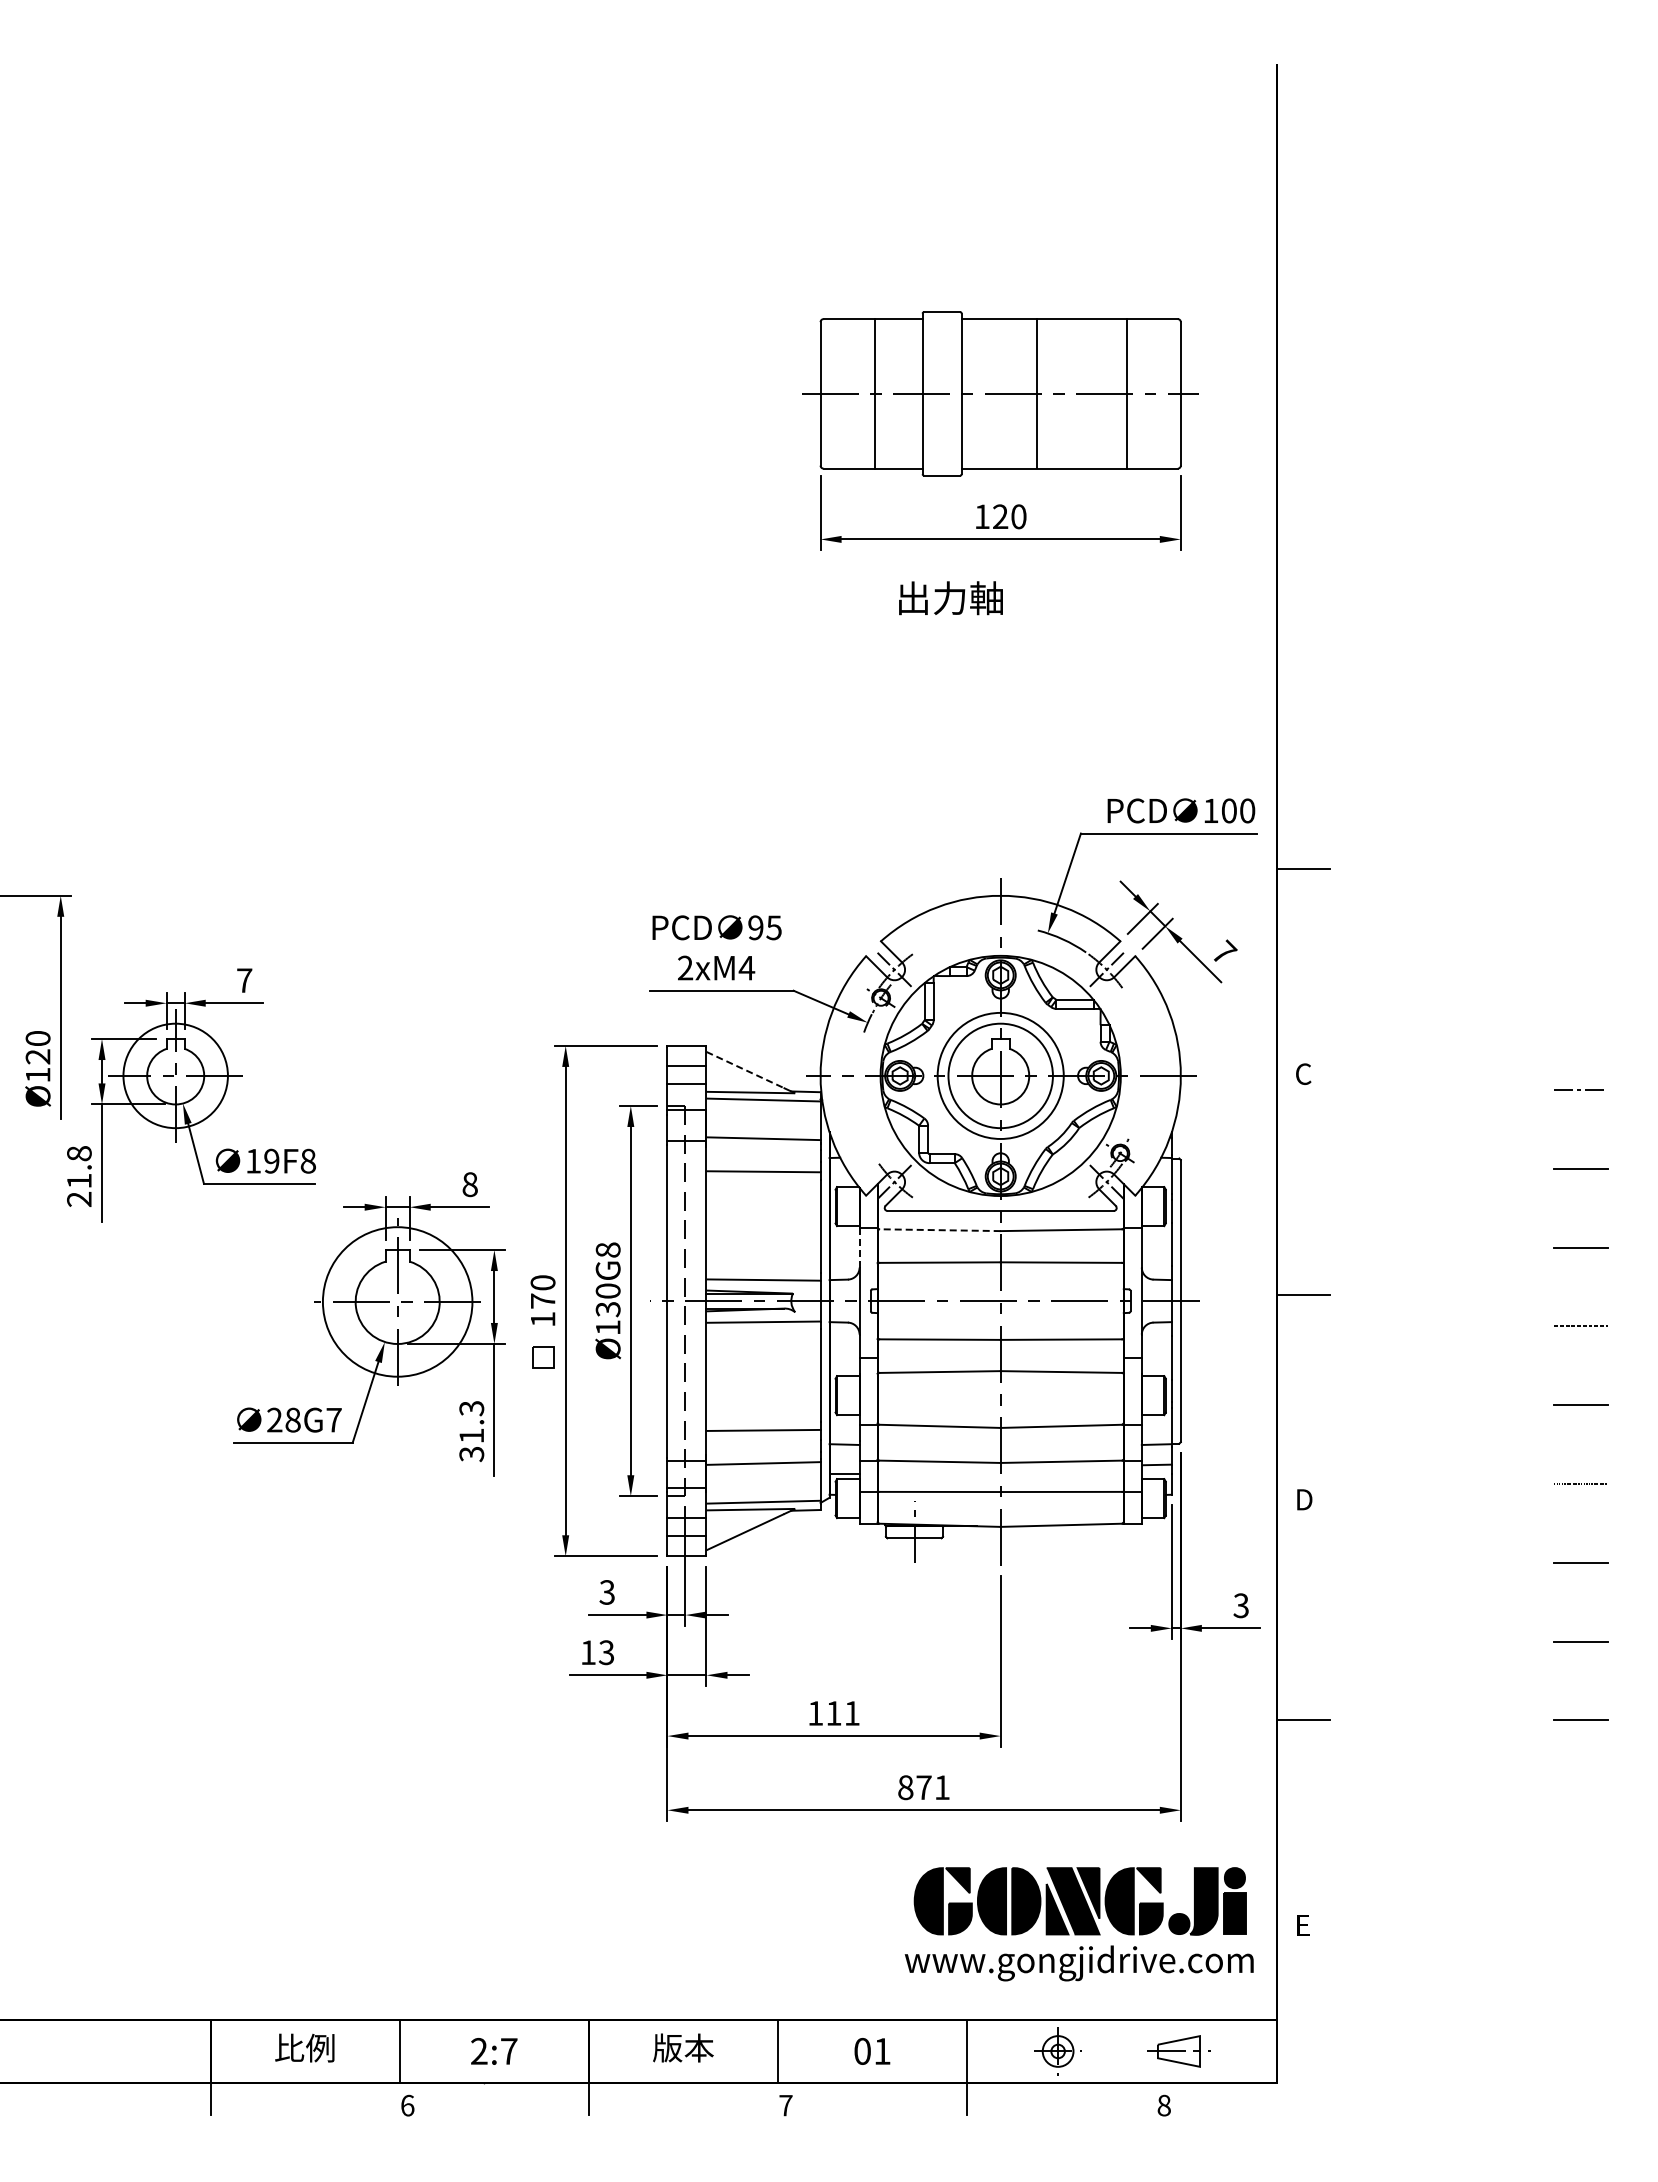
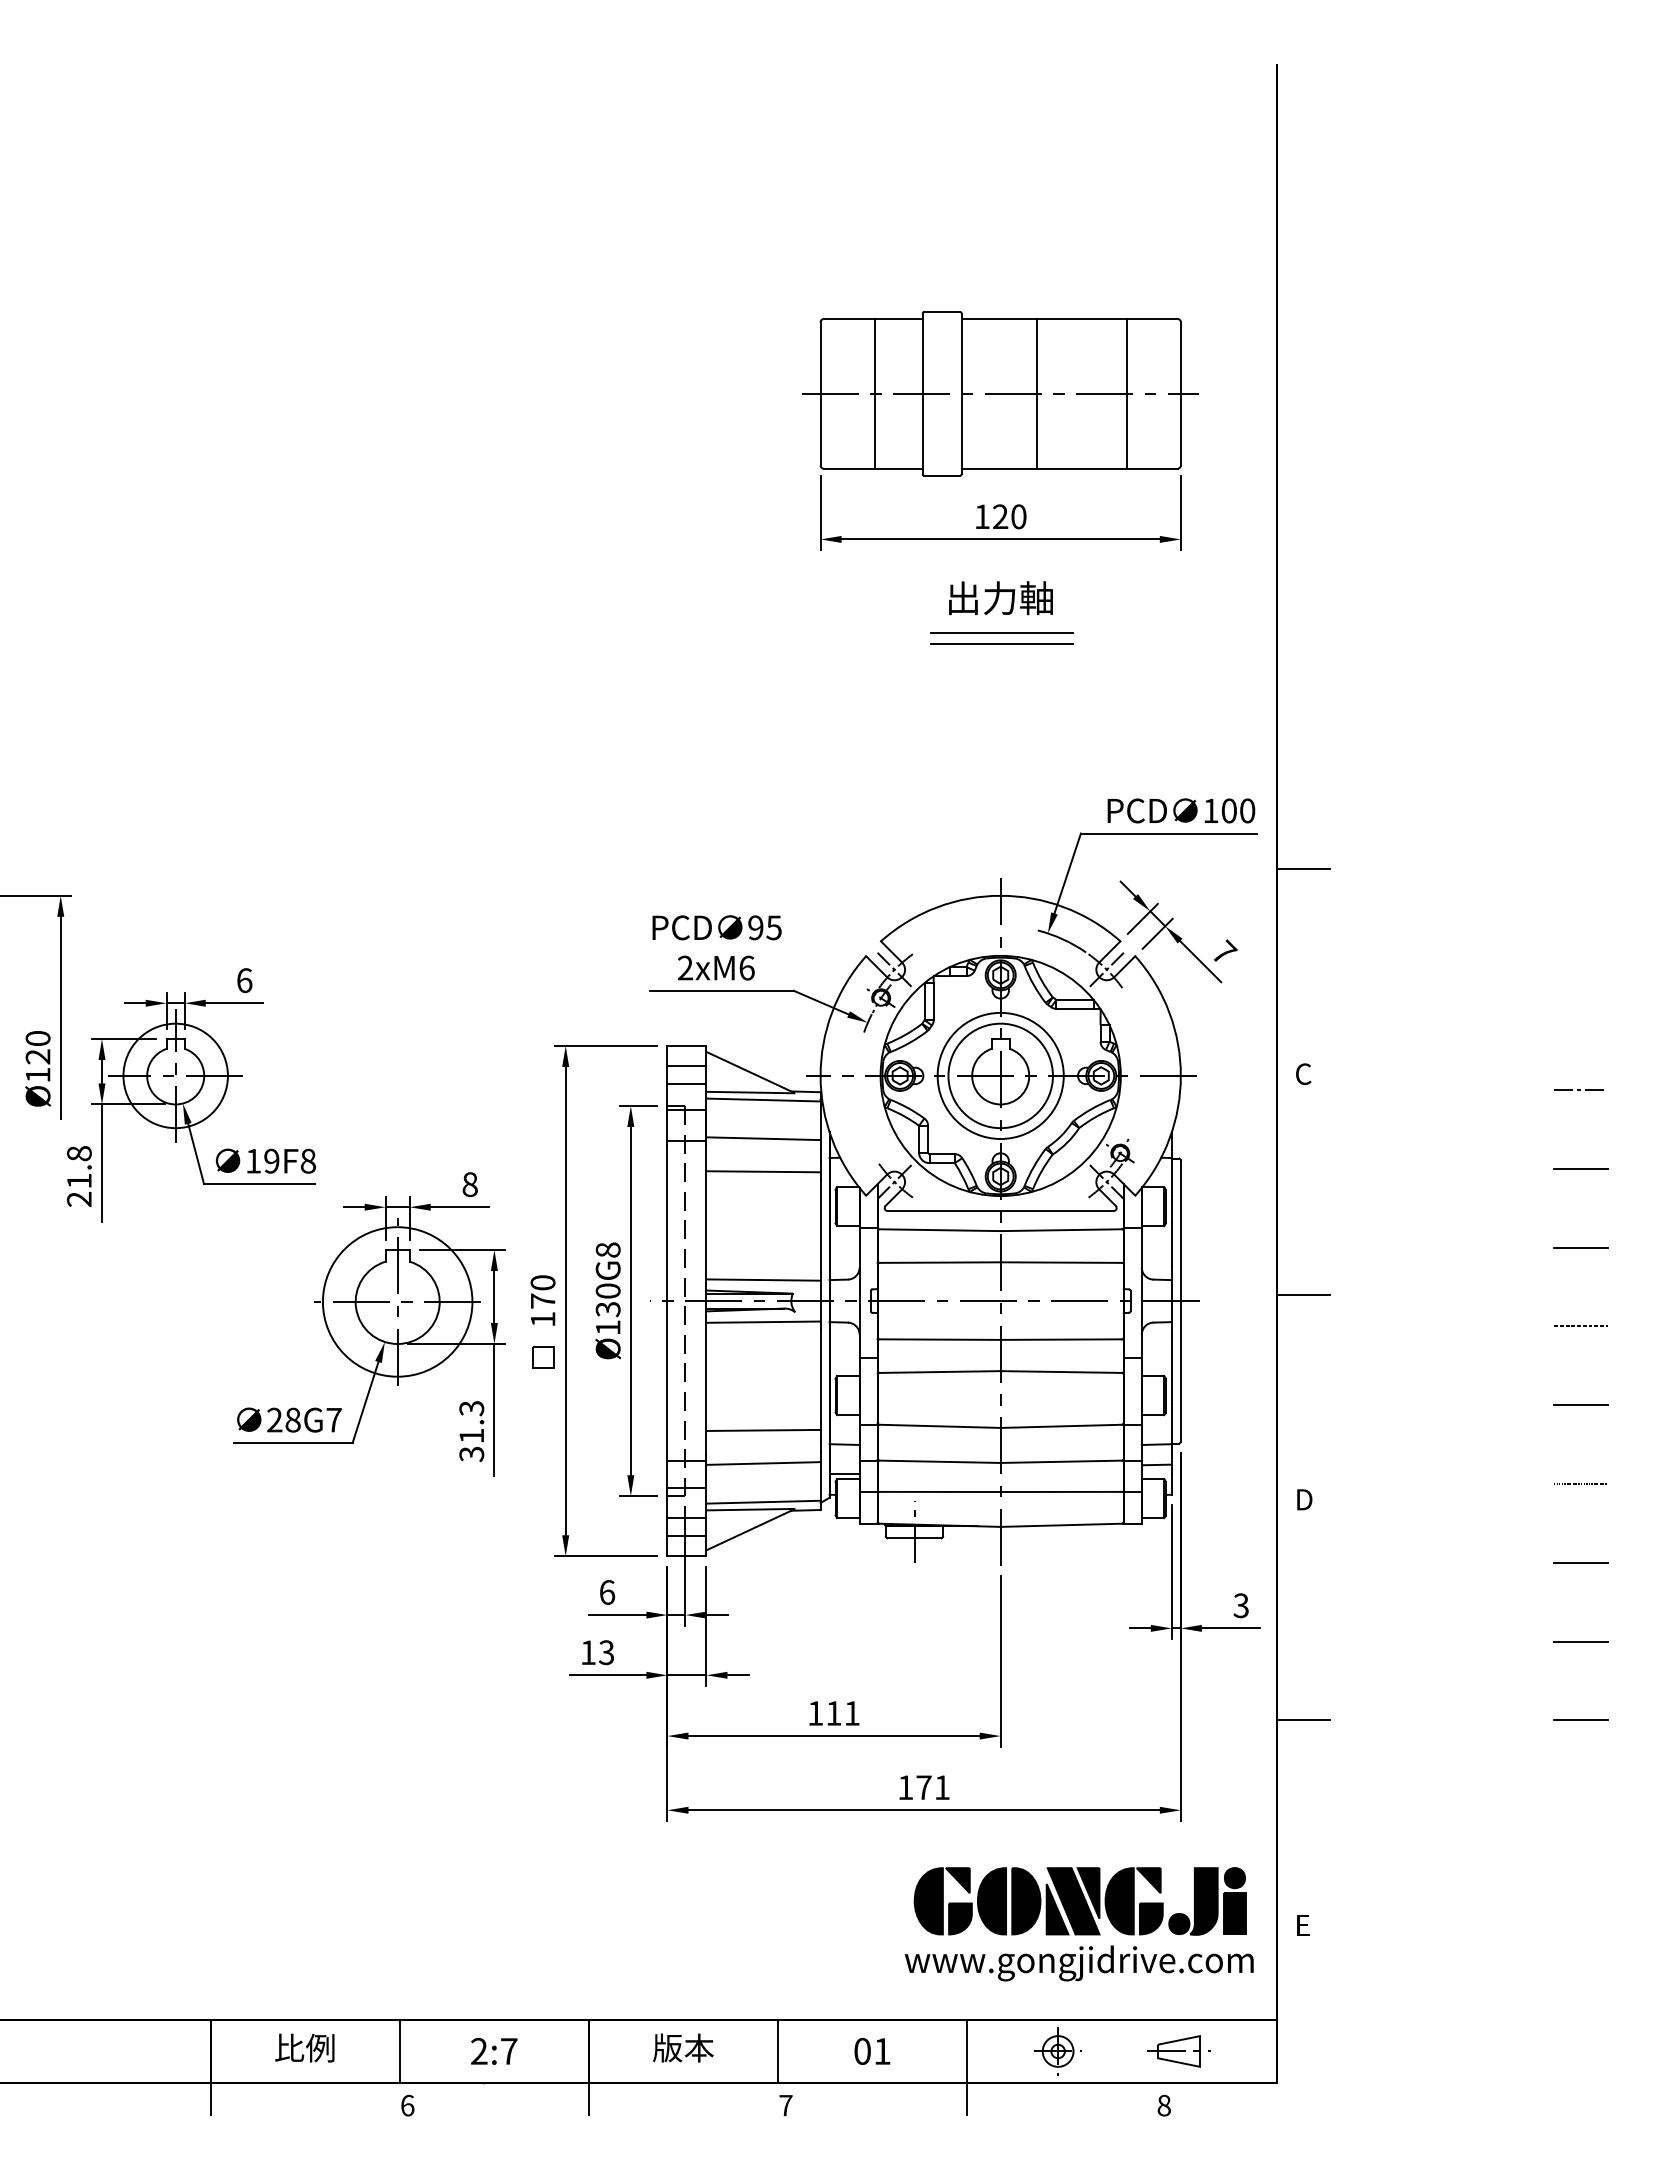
text at (950, 598) position: (950, 598) -> (1000, 598)
line at (1002, 633): none -> present
line at (1002, 643): none -> present
text at (746, 967): 2xM4 -> 2xM6
text at (244, 980): 7 -> 6
line at (745, 1069): dashed -> solid
line at (939, 1230): dashed -> solid
line at (859, 1247): dashed -> solid
text at (607, 1592): 3 -> 6
text at (905, 1787): 871 -> 171
